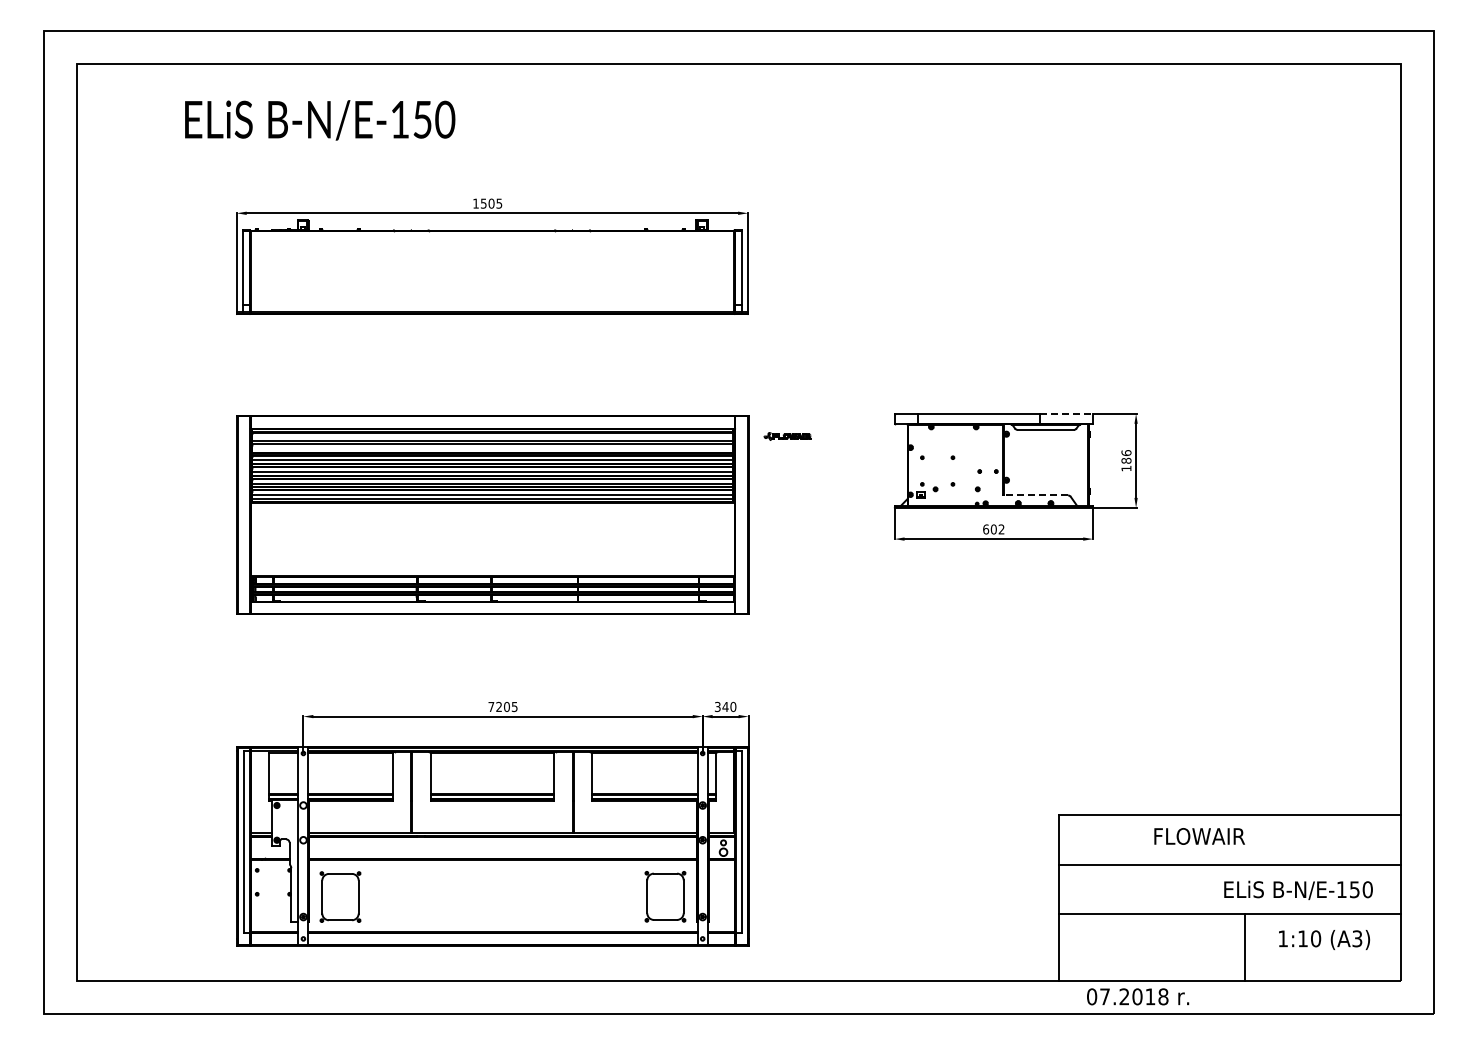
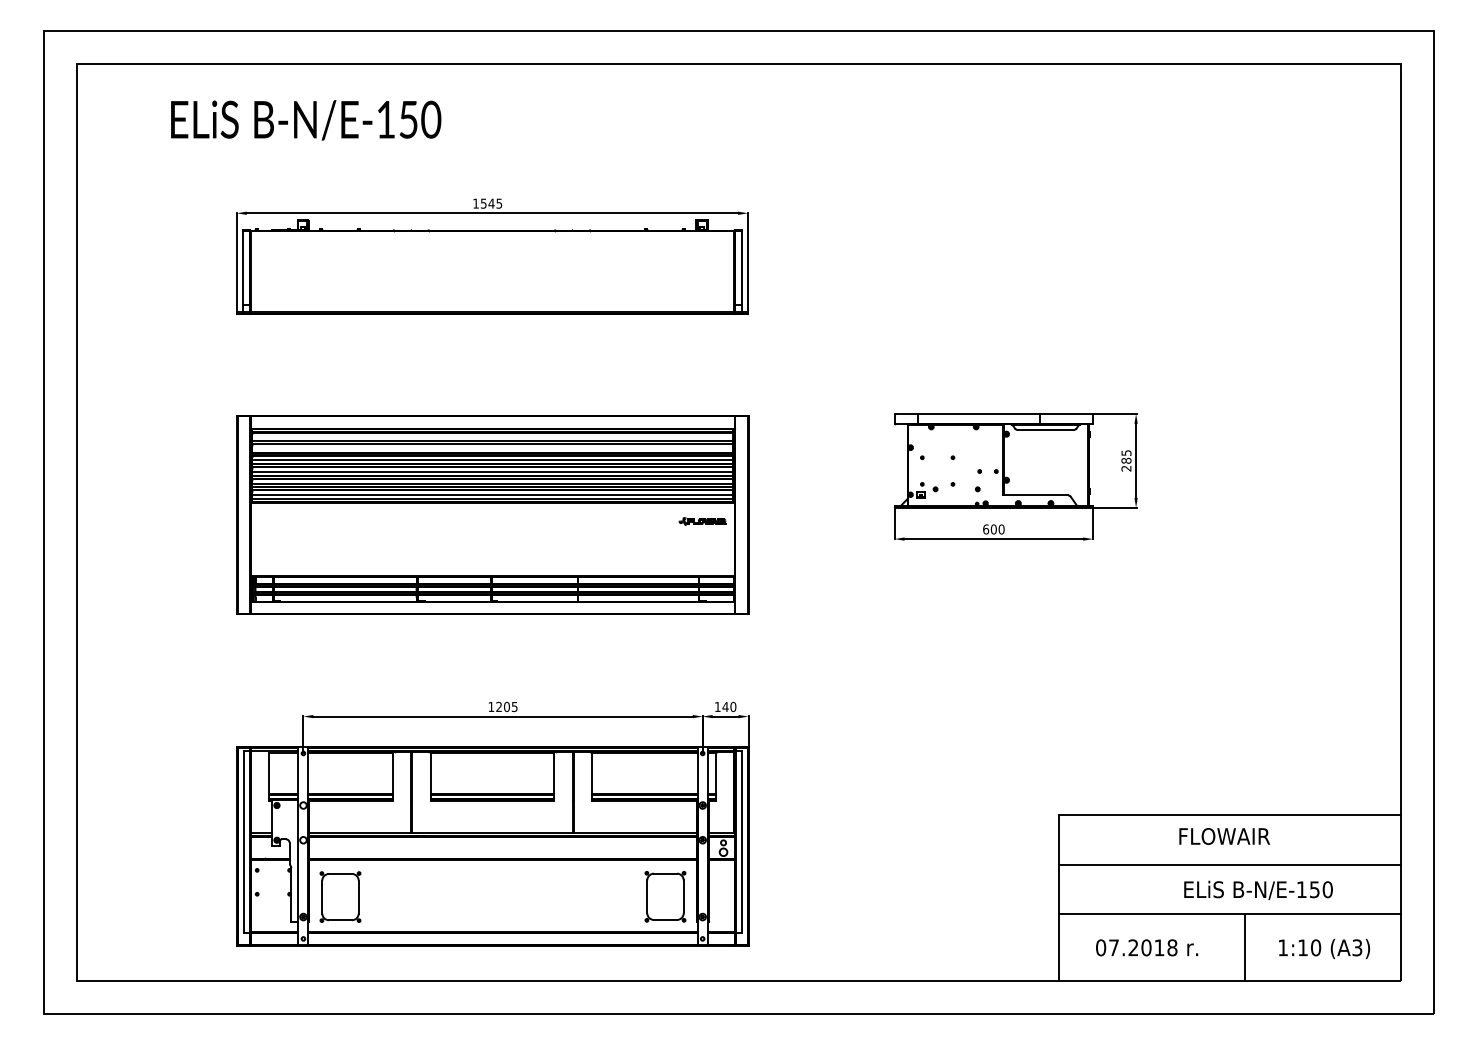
text at (320, 120) position: (320, 120) -> (306, 120)
text at (491, 203): 1505 -> 1545
line at (1066, 413): dashed -> solid
part at (787, 436) position: (787, 436) -> (702, 521)
text at (1126, 460): 186 -> 285
line at (1035, 495): dashed -> solid
text at (1001, 529): 602 -> 600
text at (491, 706): 7205 -> 1205
text at (717, 706): 340 -> 140
text at (1199, 836) position: (1199, 836) -> (1224, 836)
text at (1298, 889) position: (1298, 889) -> (1258, 889)
text at (1324, 939) position: (1324, 939) -> (1324, 948)
text at (1138, 996) position: (1138, 996) -> (1147, 947)
